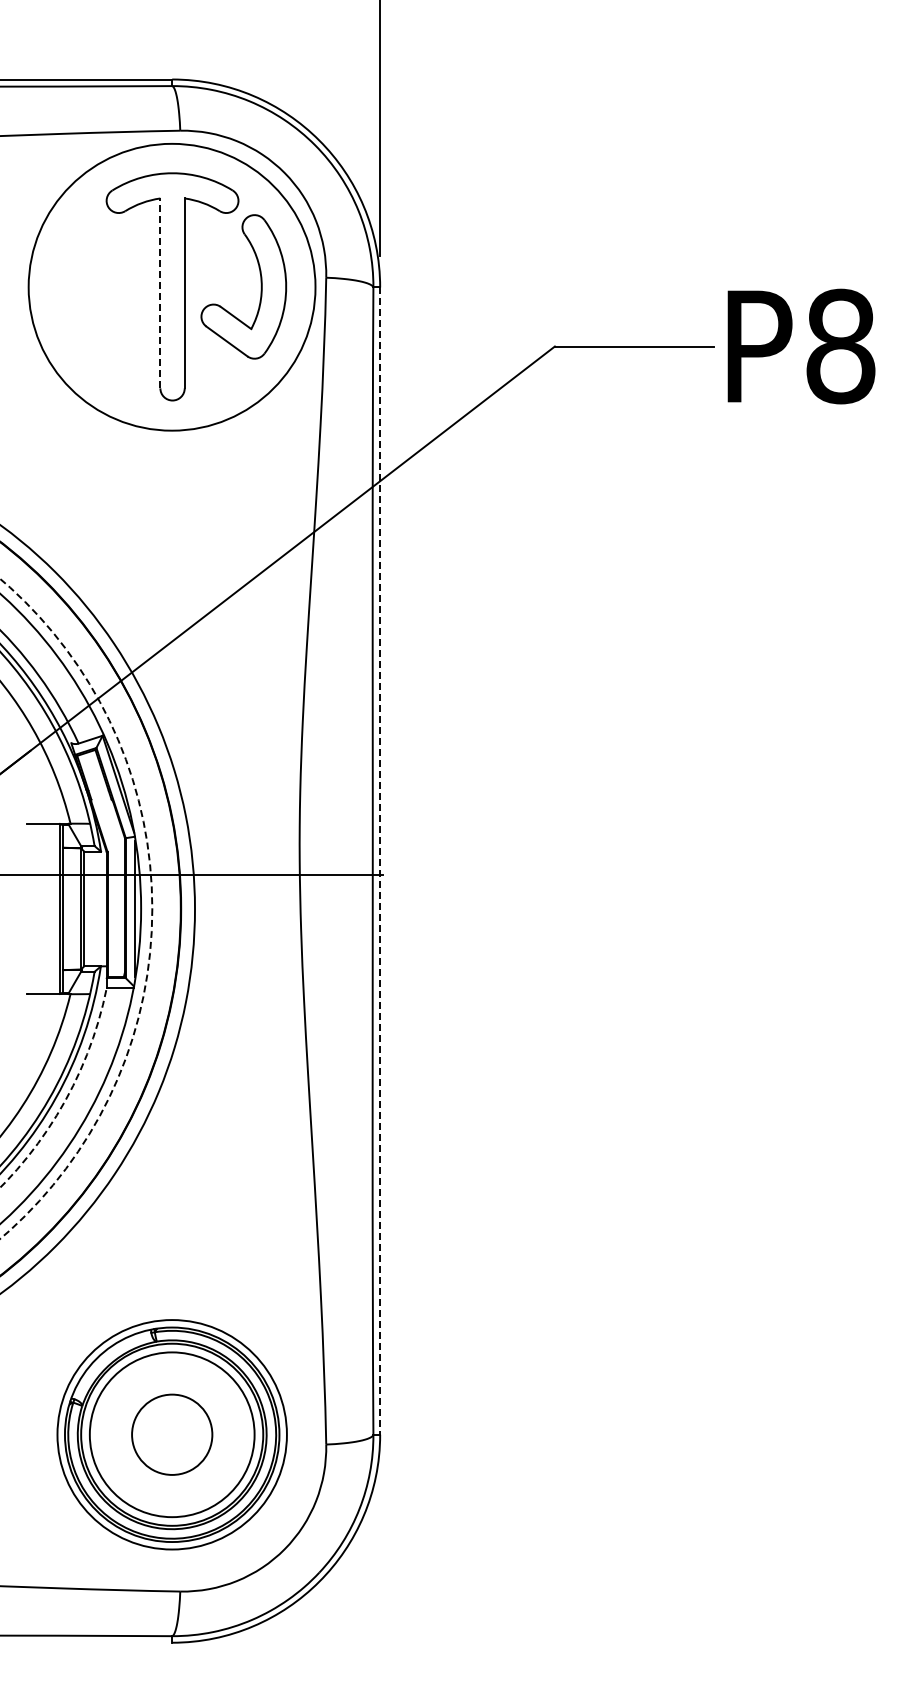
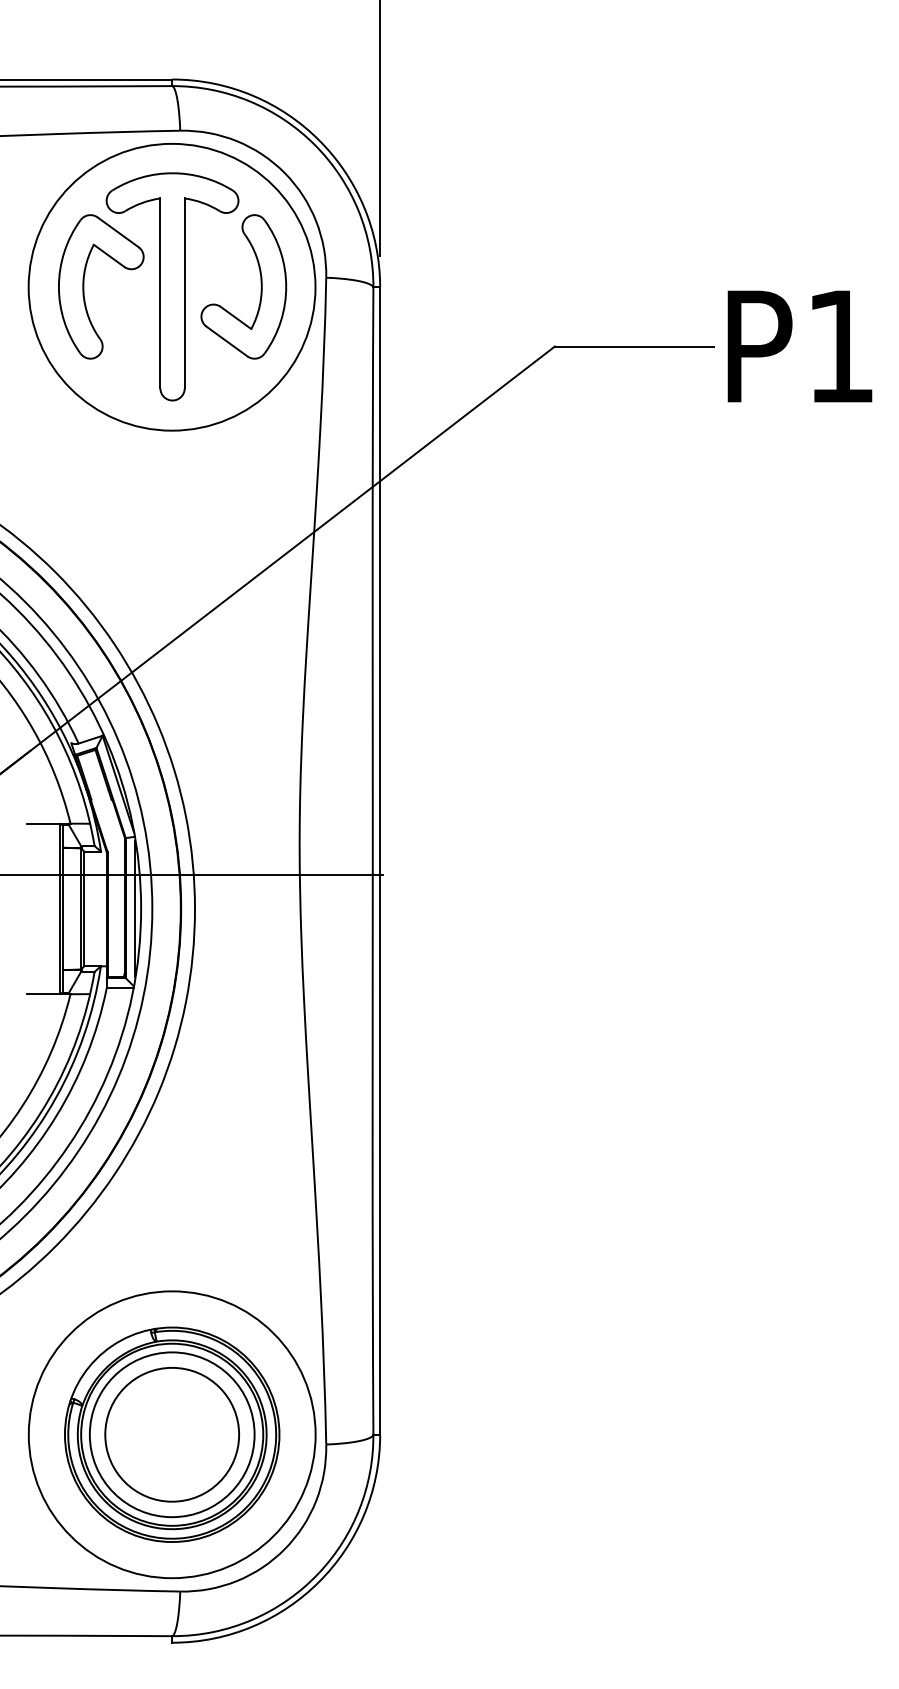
part at (84, 286): none -> present
line at (160, 293): dashed -> solid
text at (840, 346): P8 -> P1
line at (380, 861): dashed -> solid
circle at (76, 908): dashed -> solid
arc at (68, 1094): dashed -> solid
circle at (171, 1434) diameter: 229 px -> 287 px
circle at (172, 1434) diameter: 80 px -> 134 px
